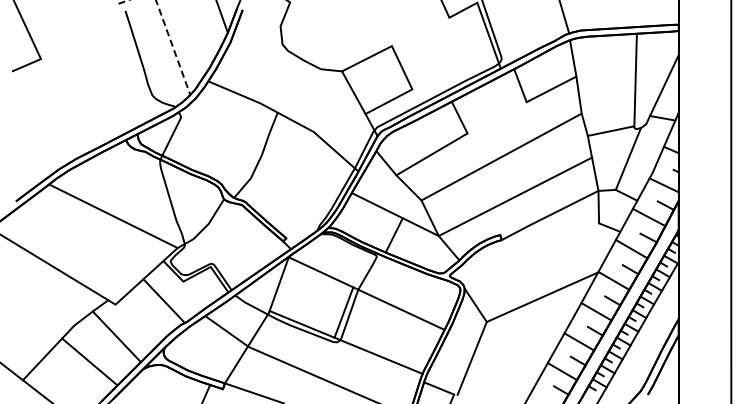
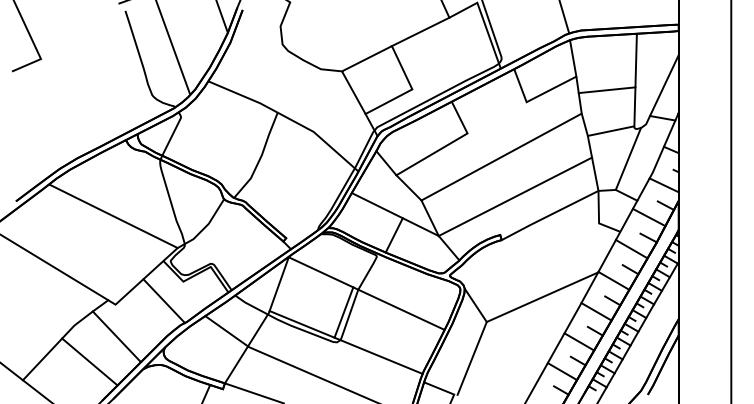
line at (420, 31): none -> present
line at (171, 42): dashed -> solid
line at (606, 90): none -> present
